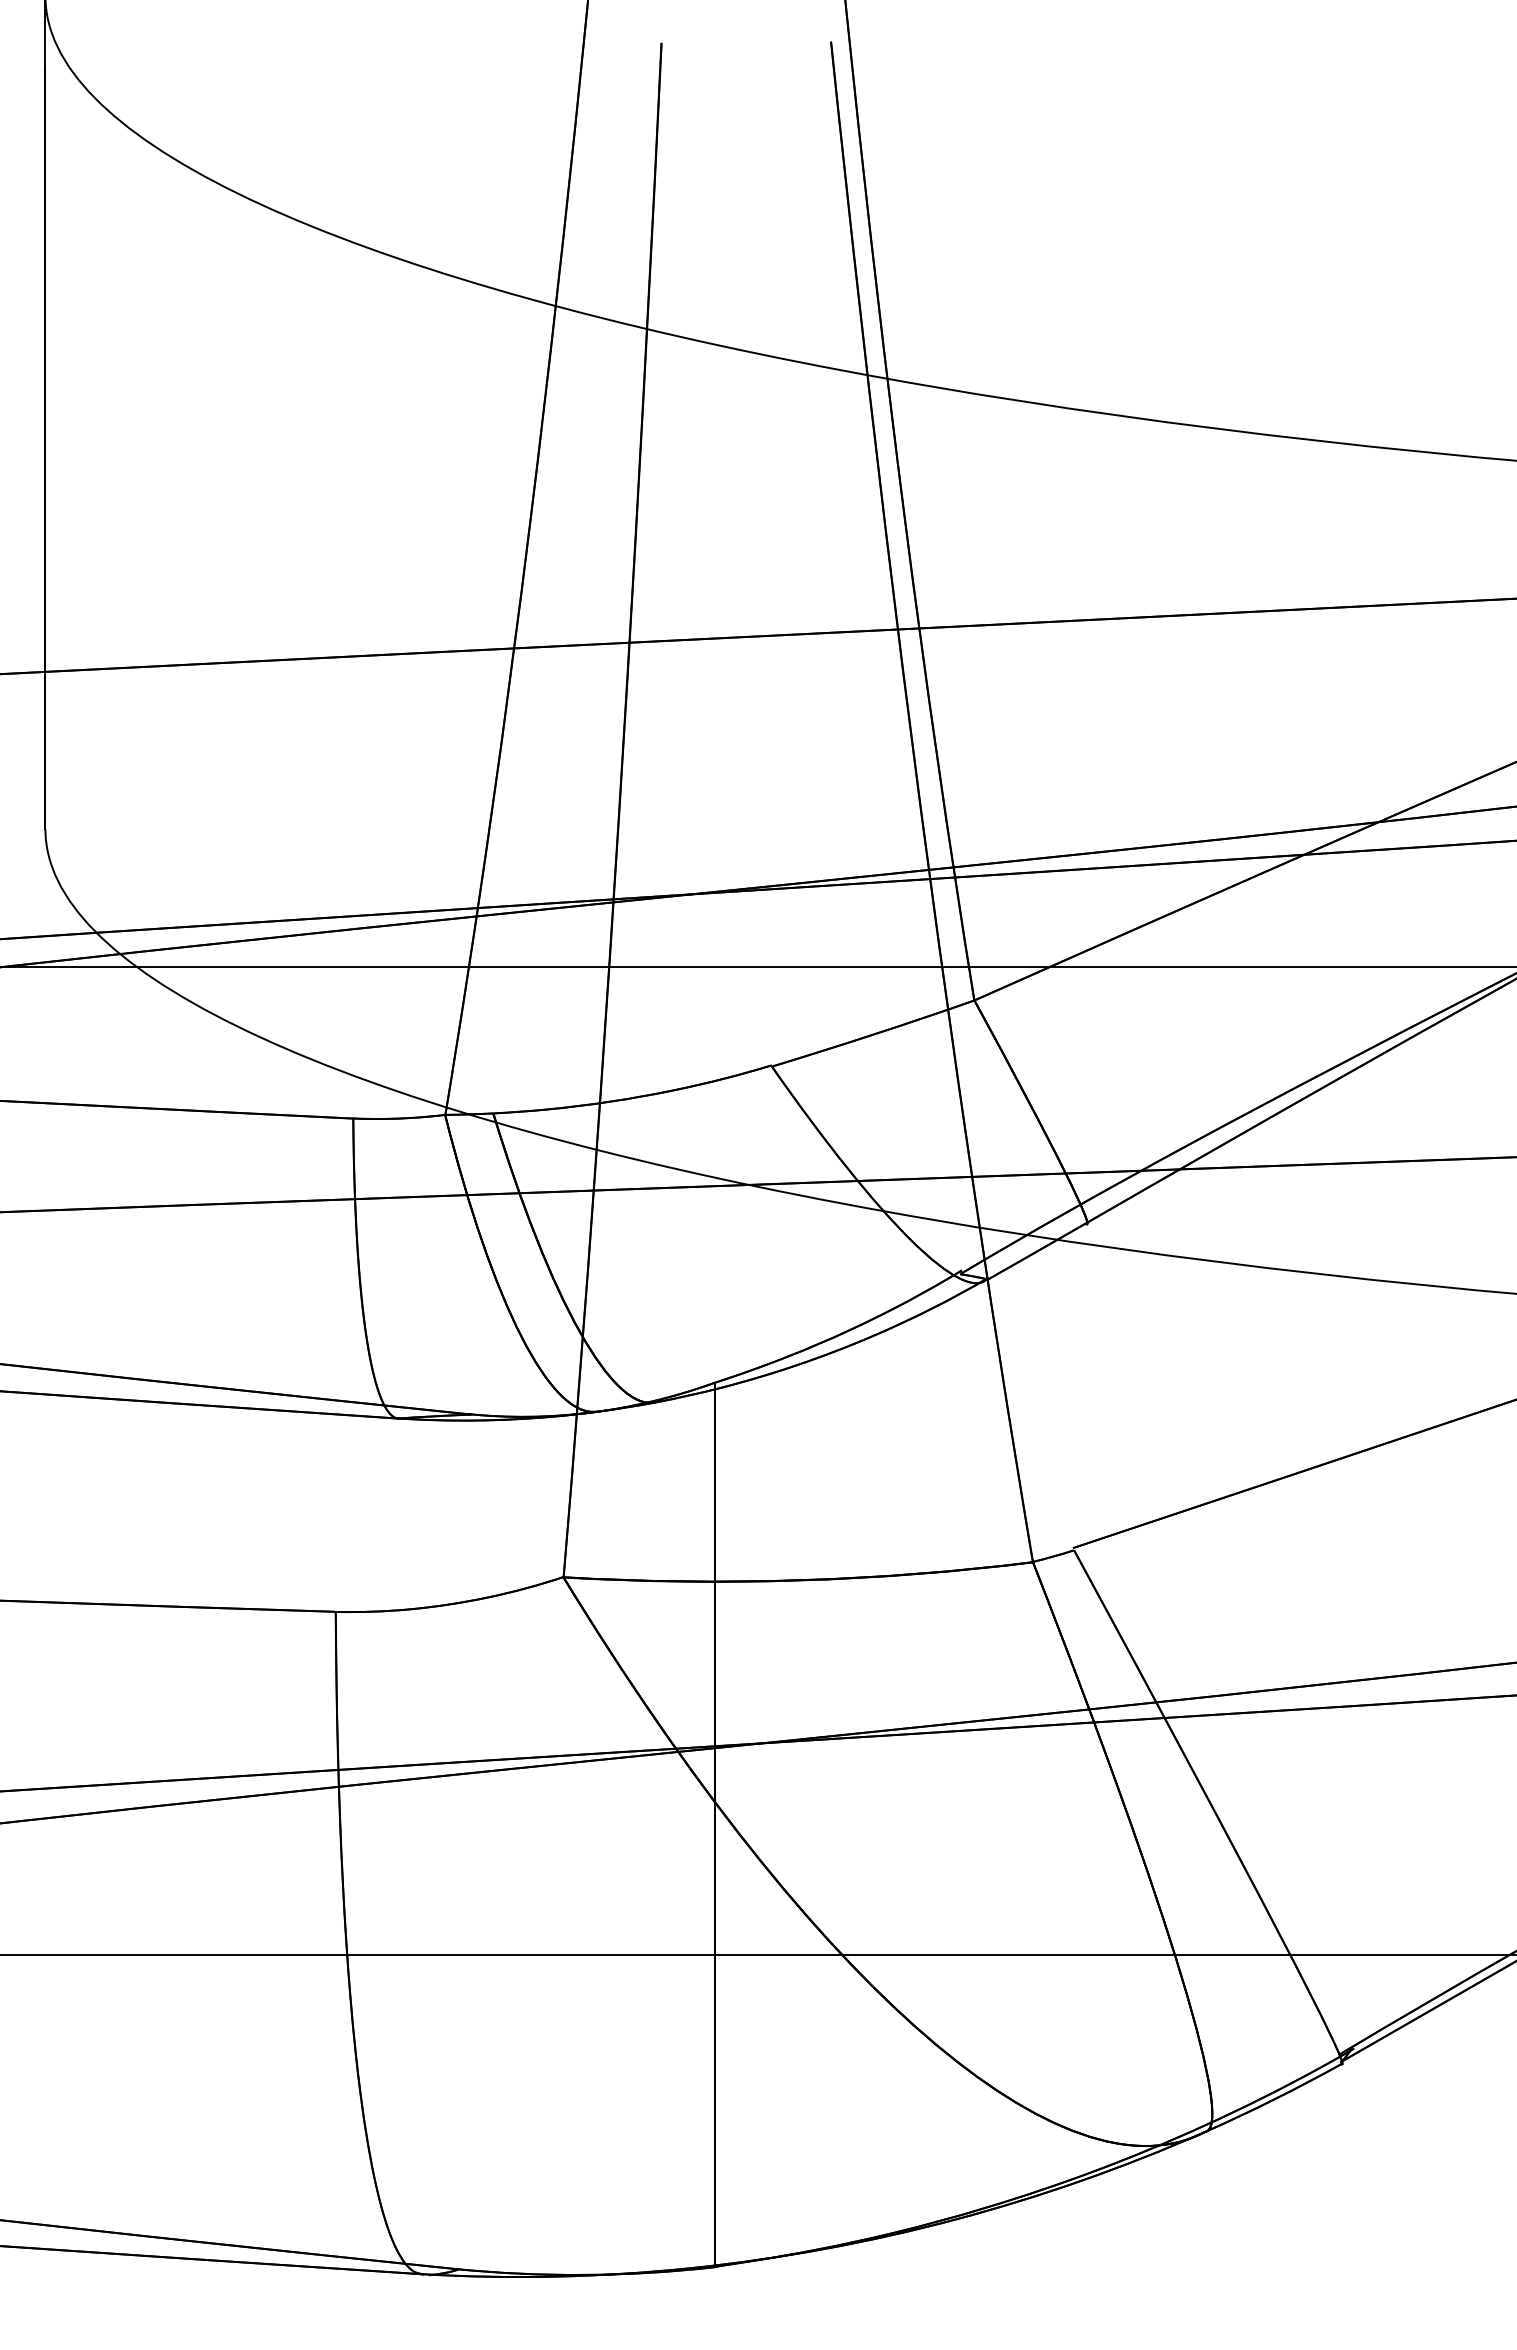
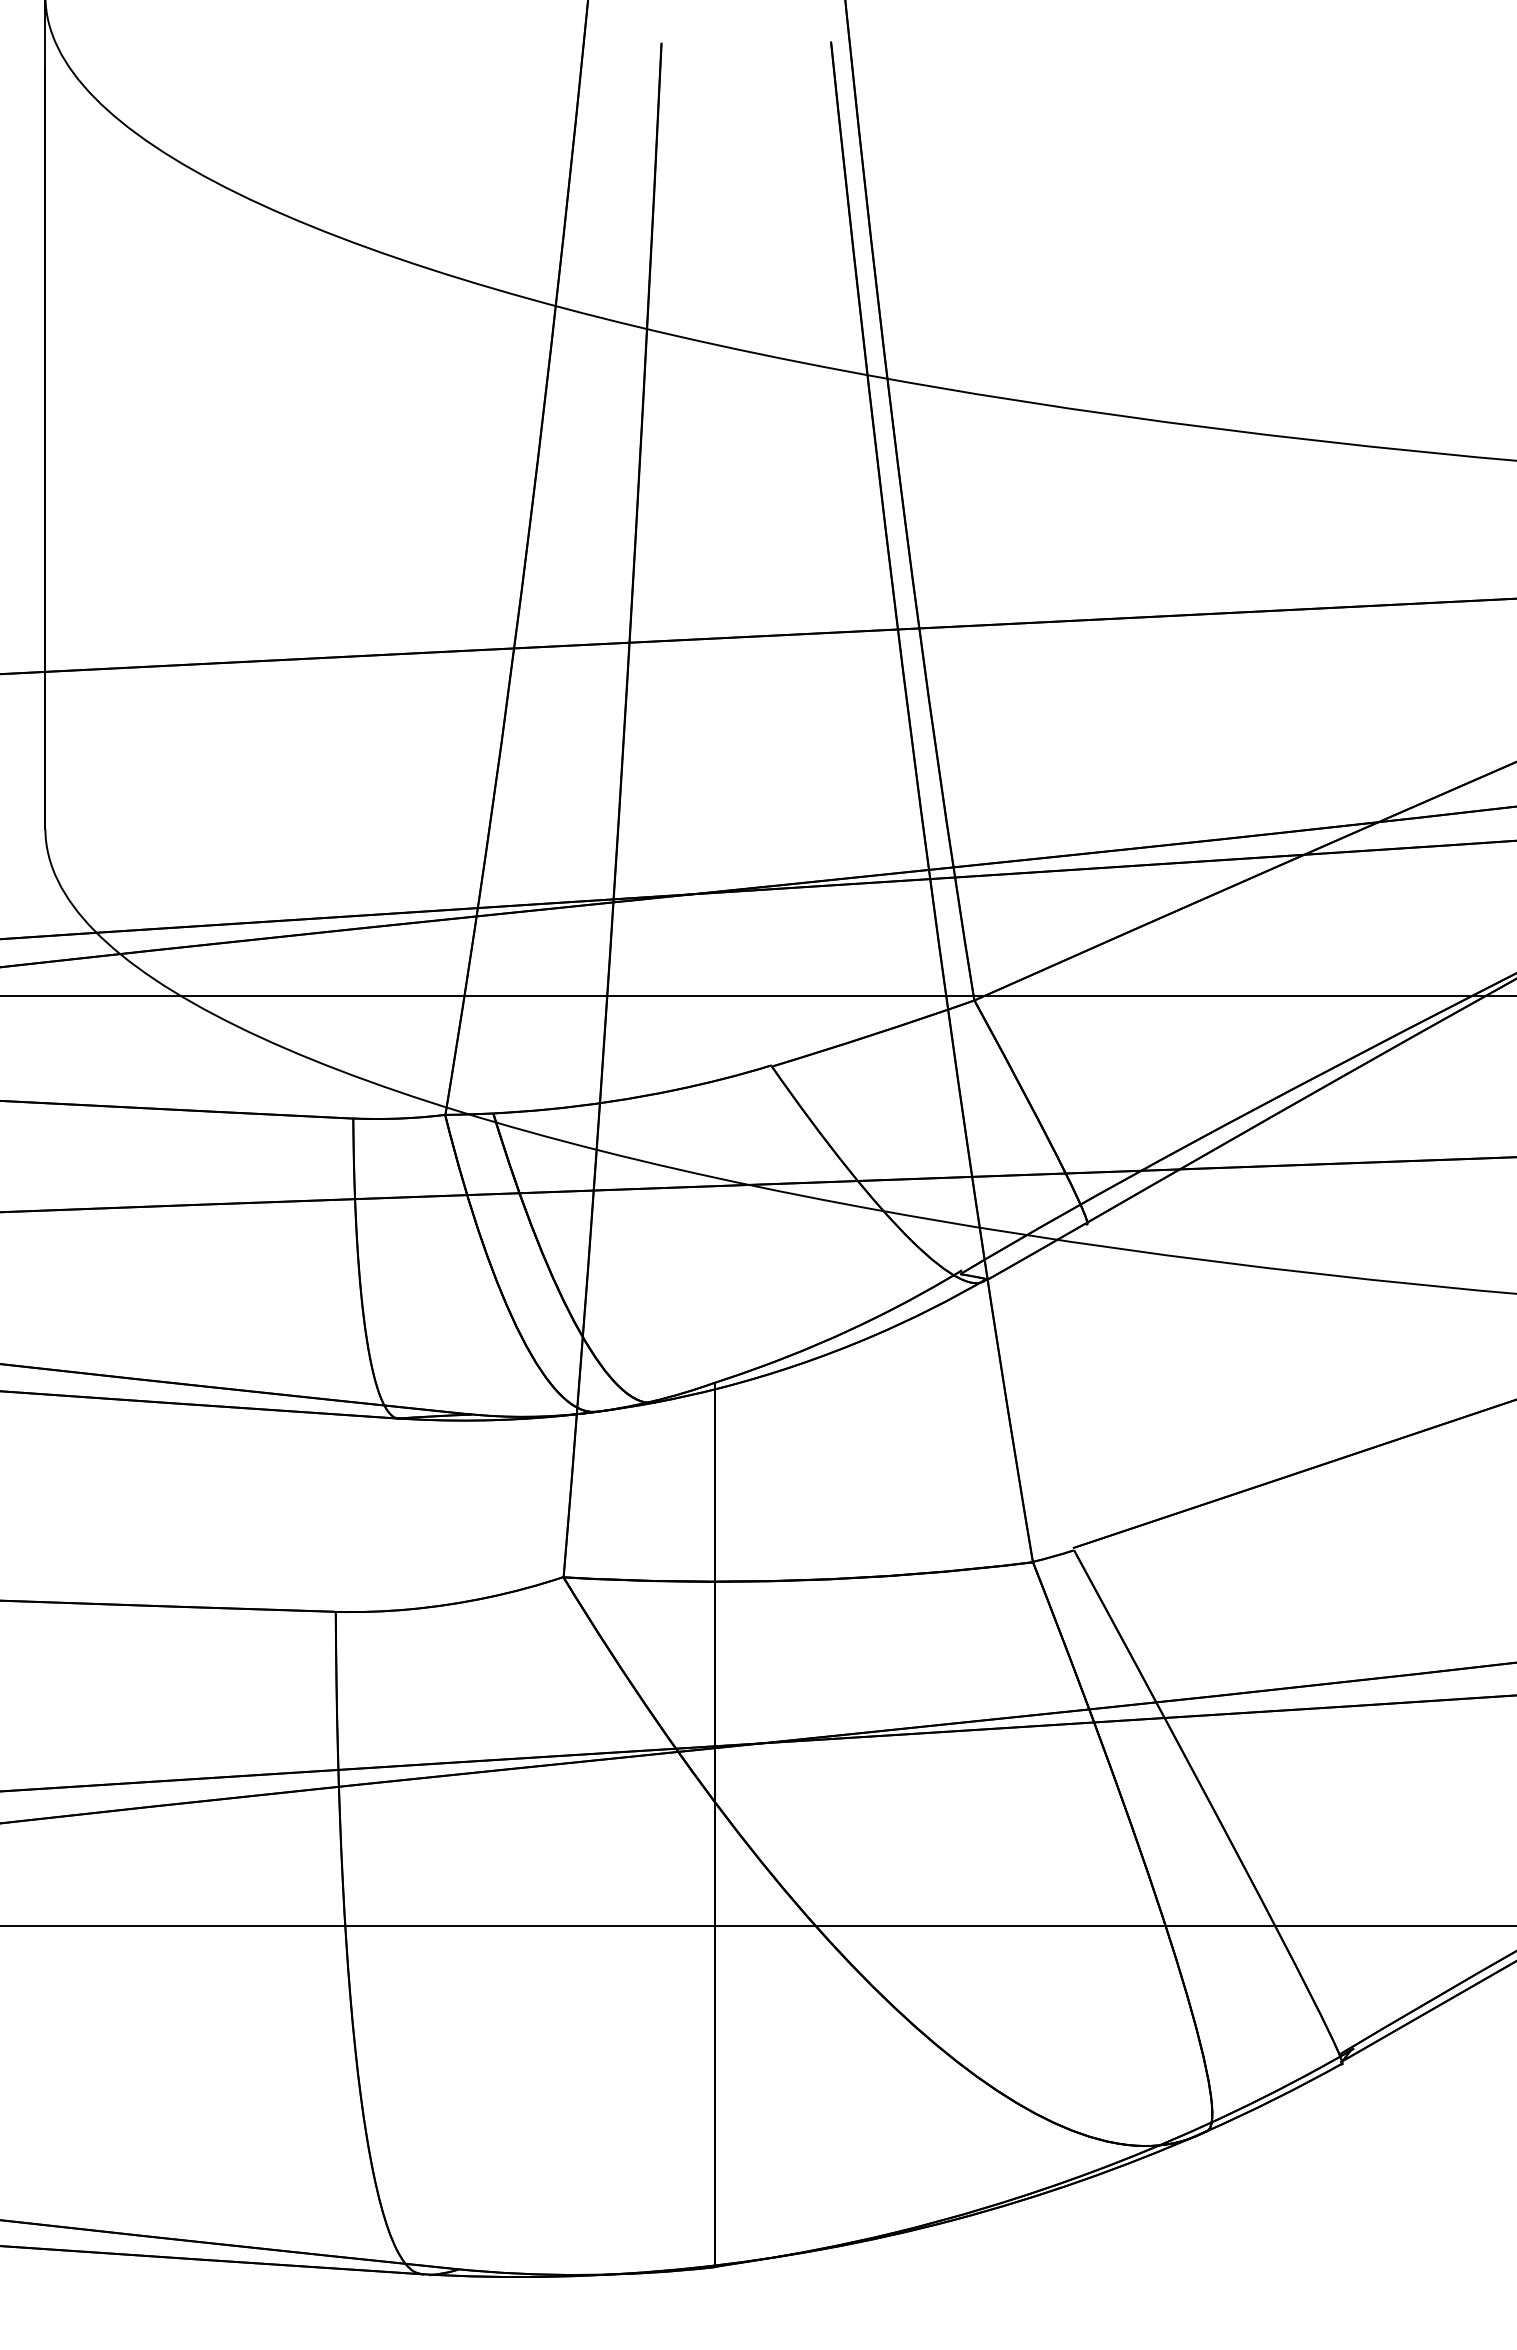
line at (757, 967) position: (757, 967) -> (757, 996)
line at (757, 1955) position: (757, 1955) -> (757, 1926)
